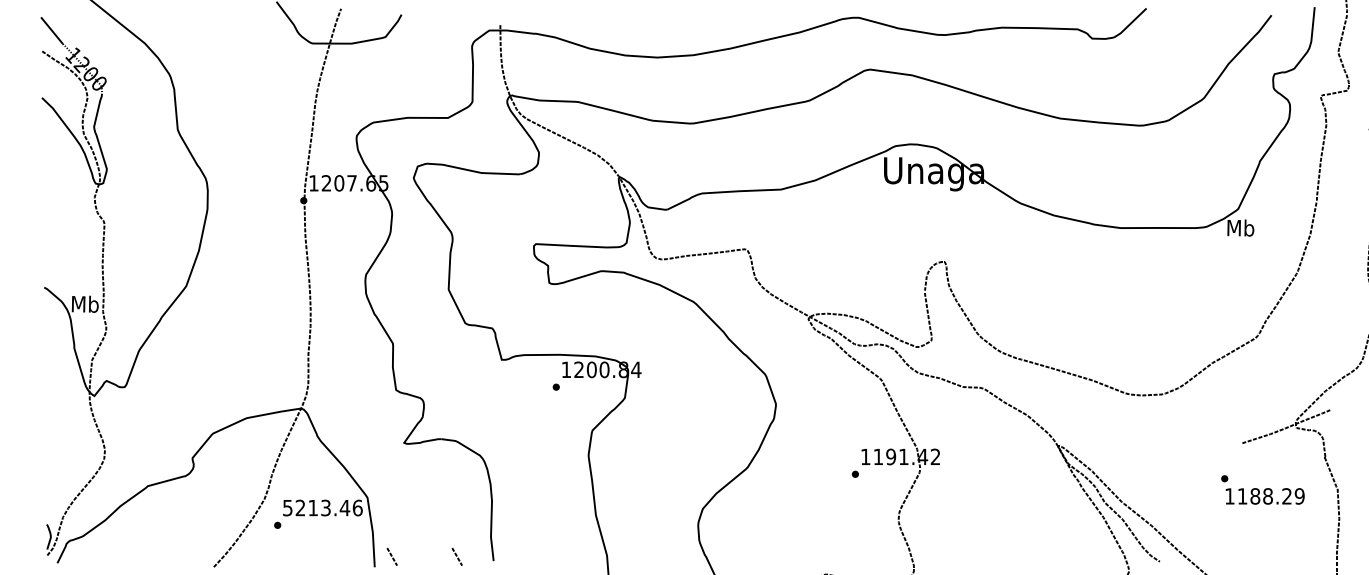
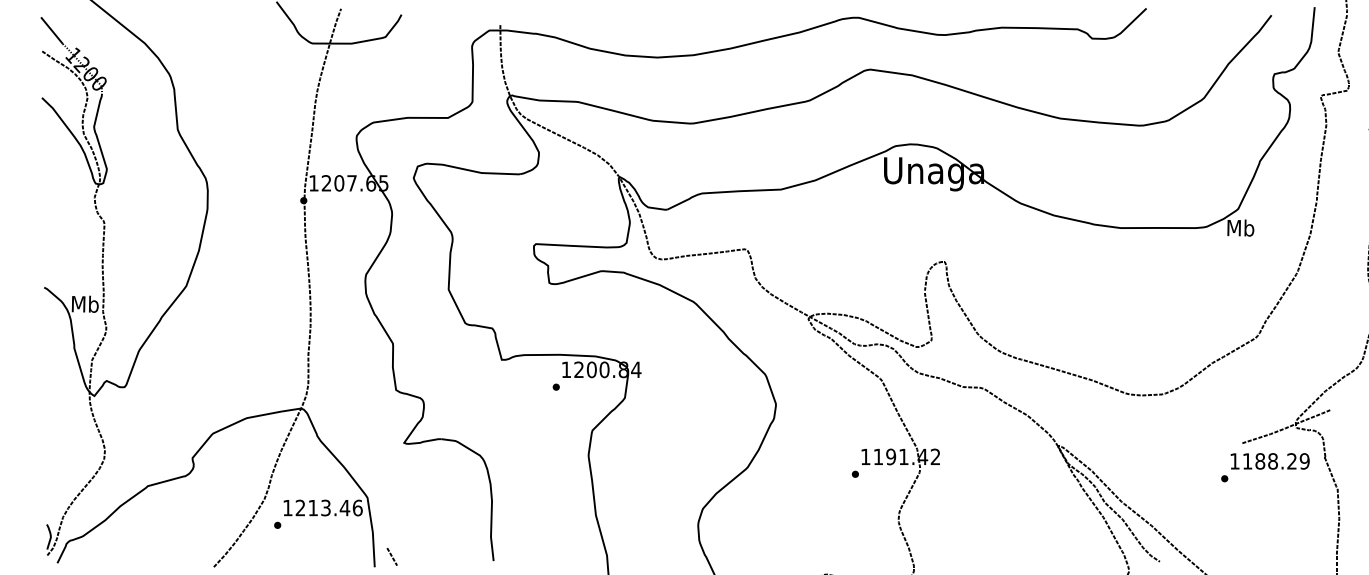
text at (1264, 496) position: (1264, 496) -> (1269, 461)
text at (287, 508): 5213.46 -> 1213.46
line at (456, 556): present -> none
